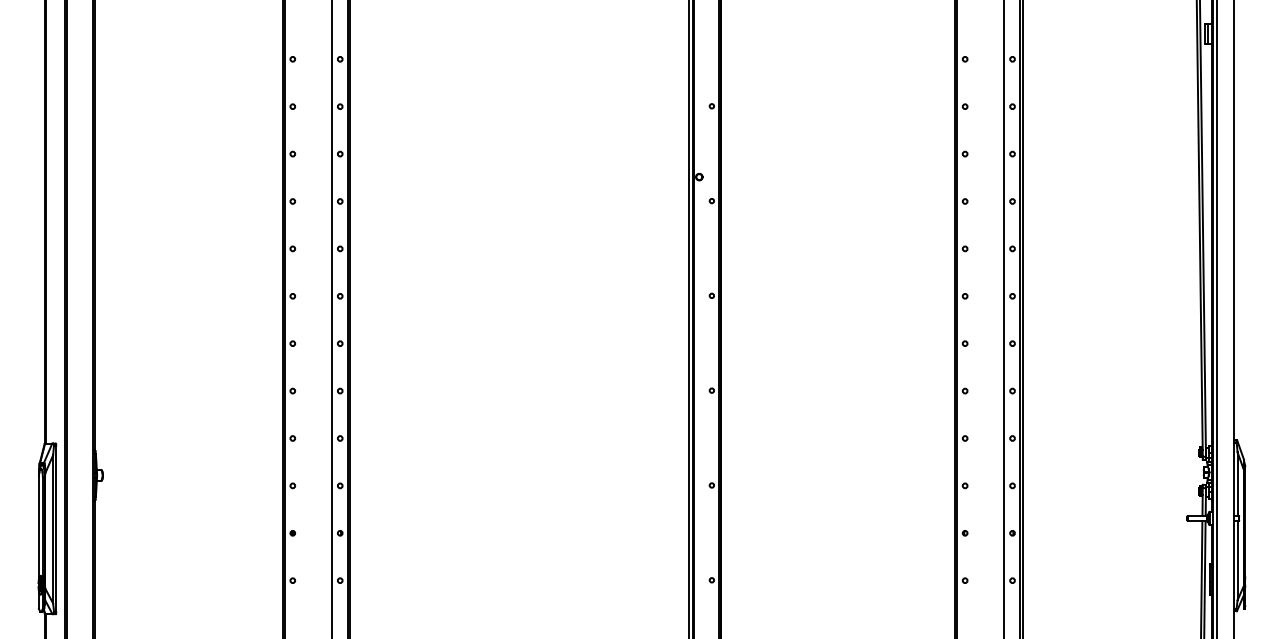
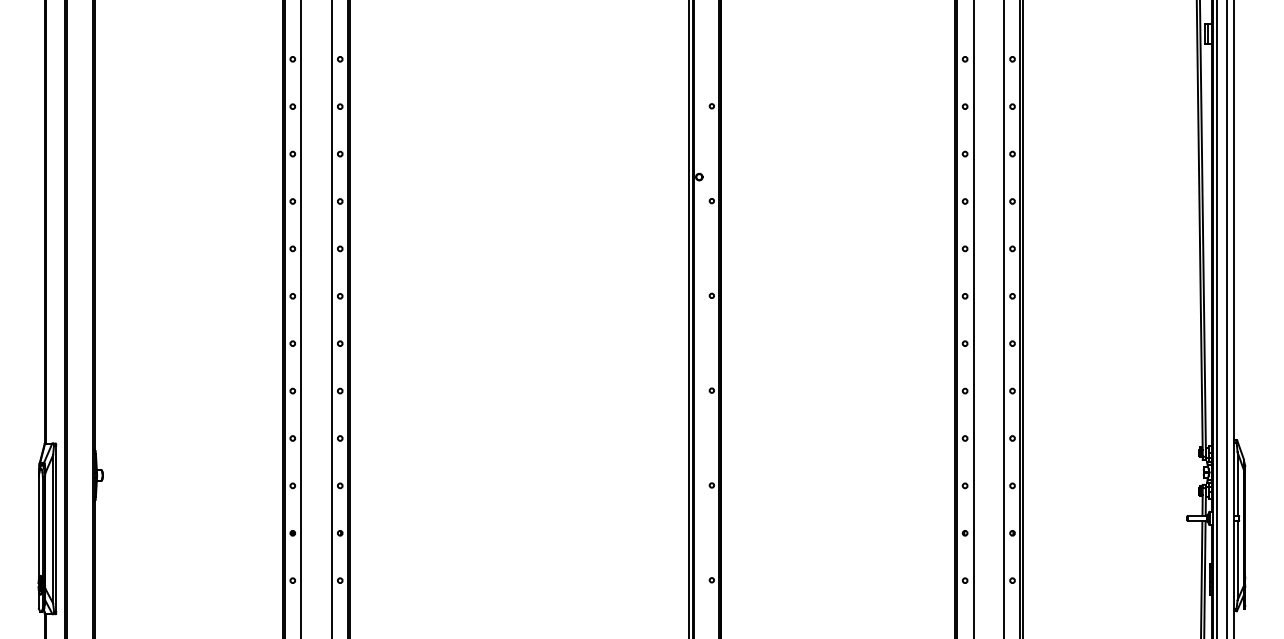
line at (301, 318): none -> present
line at (973, 318): none -> present
line at (1226, 318): none -> present
